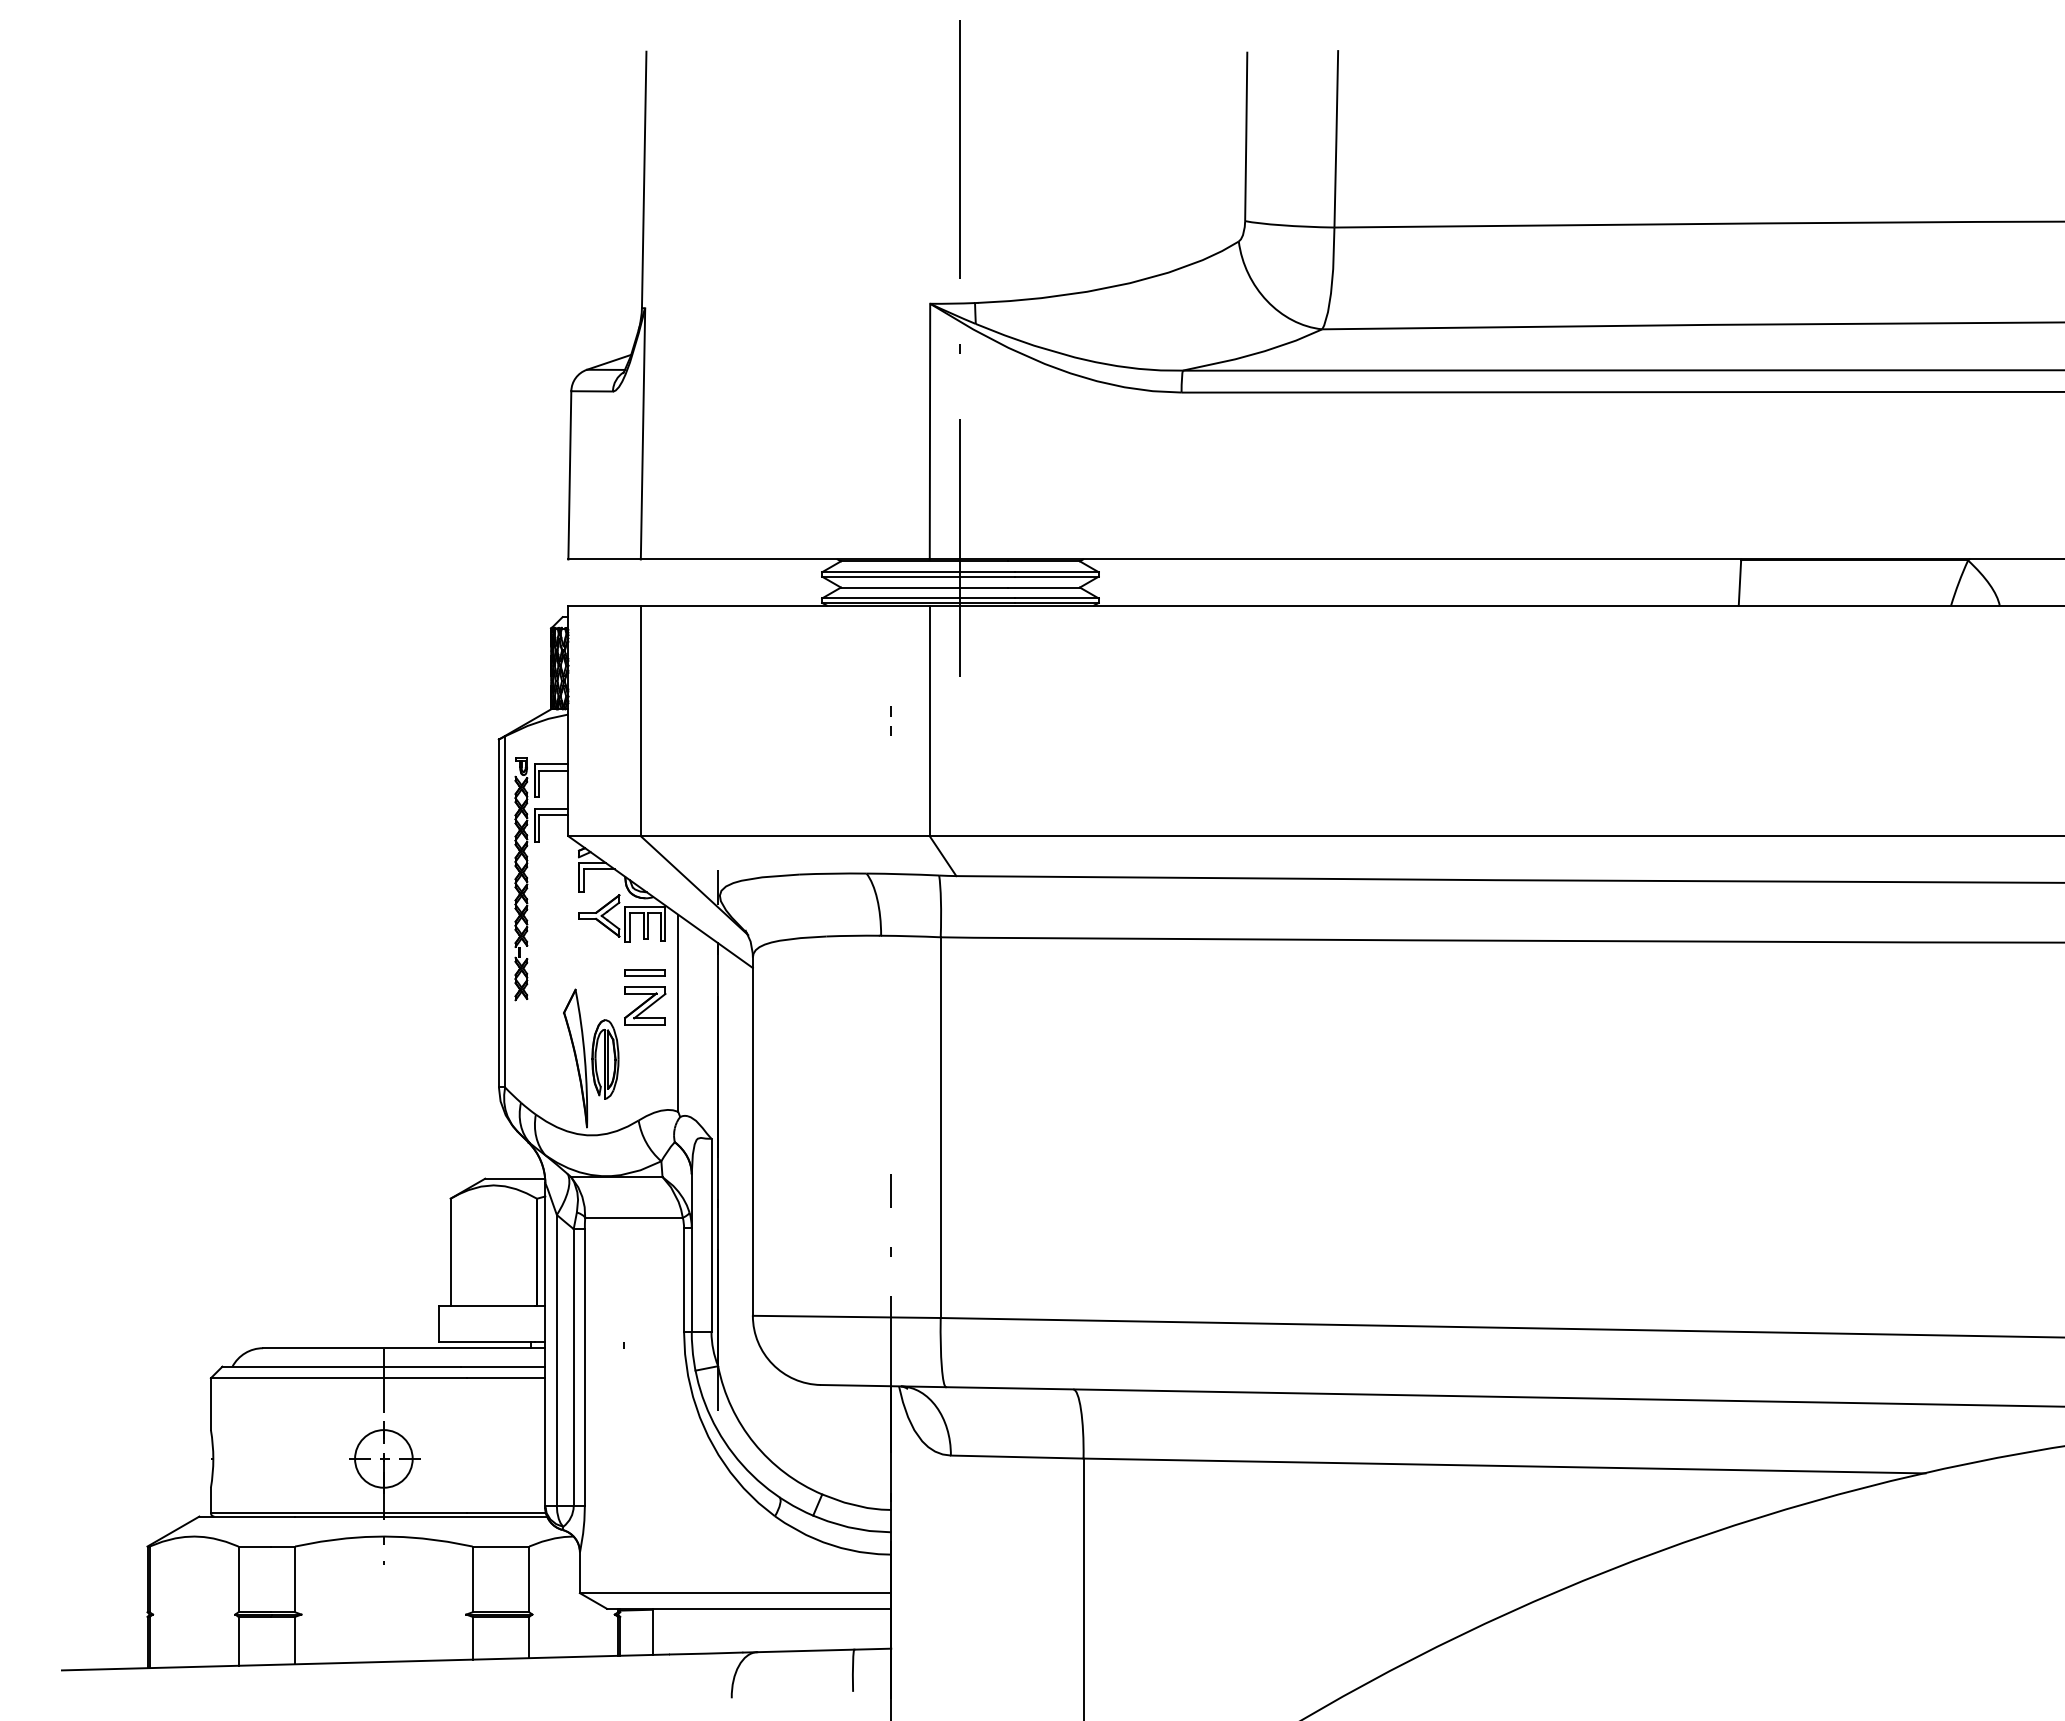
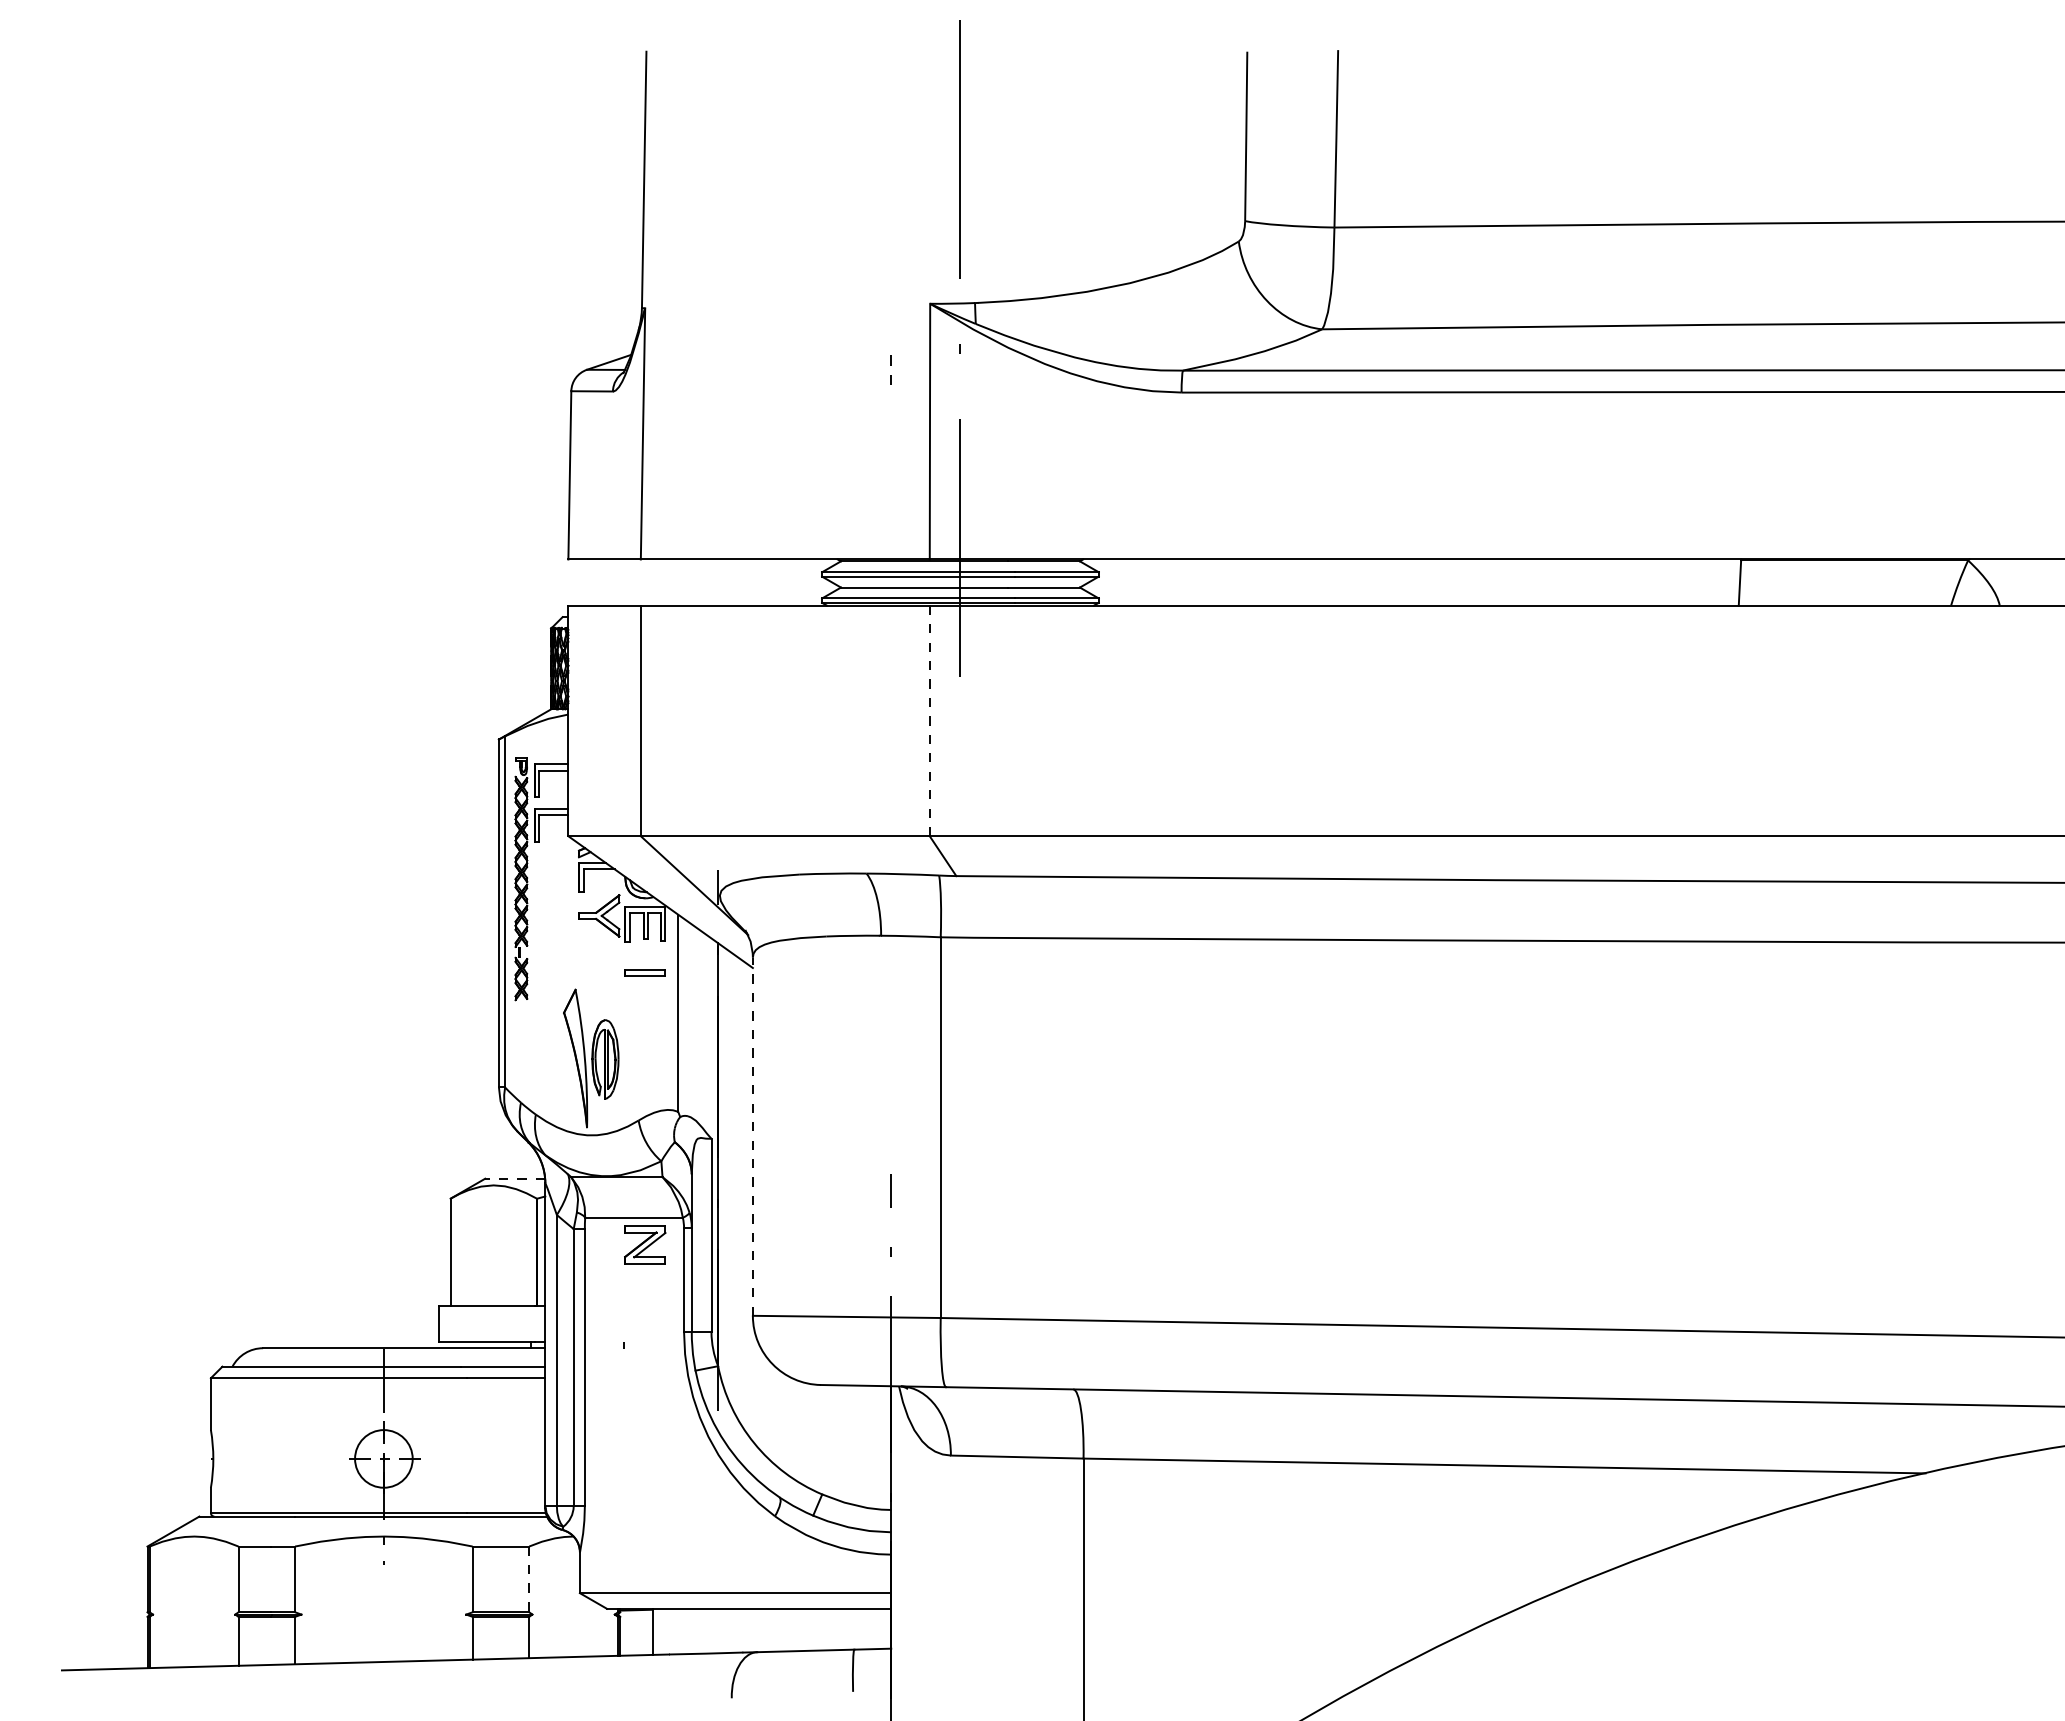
line at (890, 716) position: (890, 716) -> (890, 365)
line at (929, 720): solid -> dashed
part at (645, 1005) position: (645, 1005) -> (645, 1244)
line at (752, 1136): solid -> dashed
line at (515, 1178): solid -> dashed
line at (529, 1579): solid -> dashed
